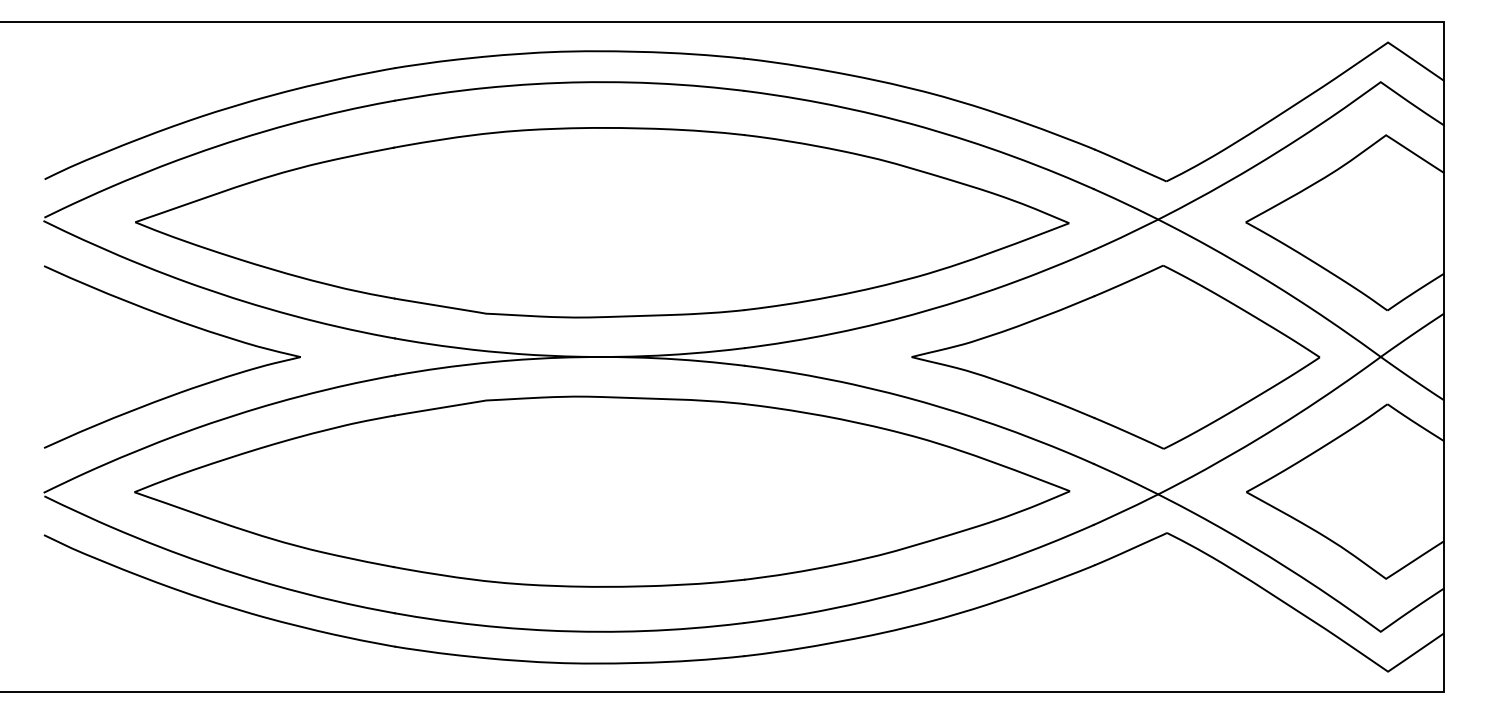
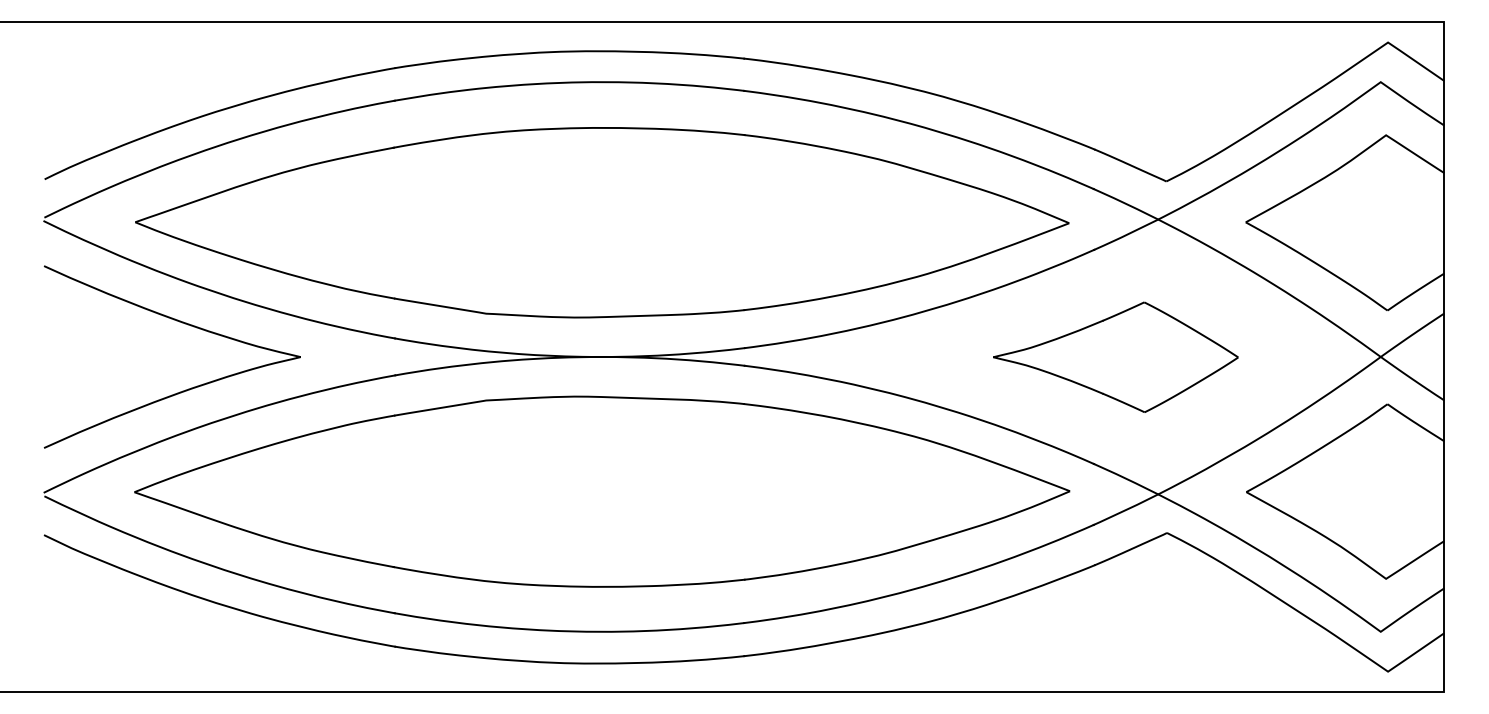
part at (1115, 357) size: 410x185 px -> 246x112 px
